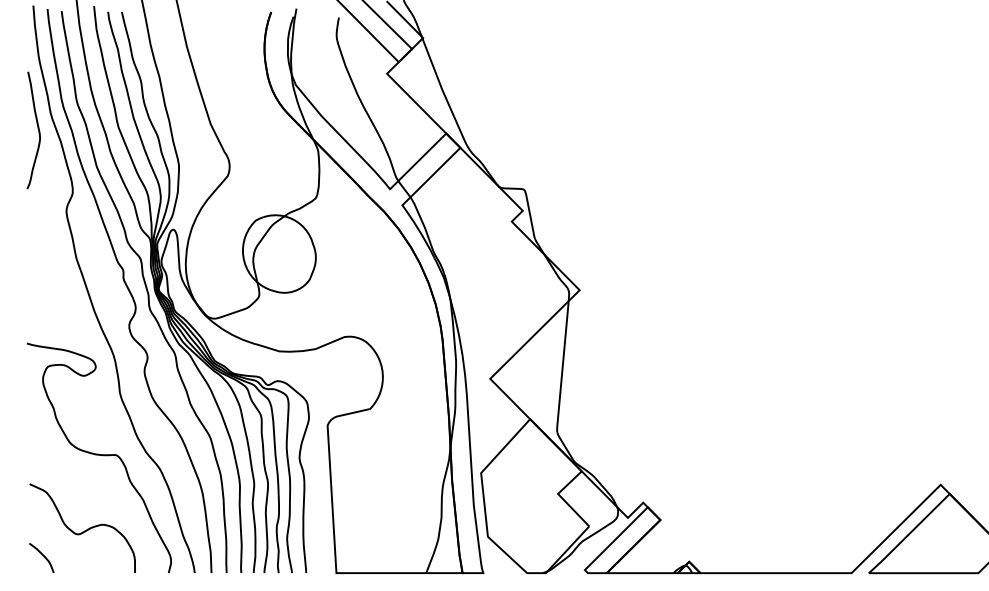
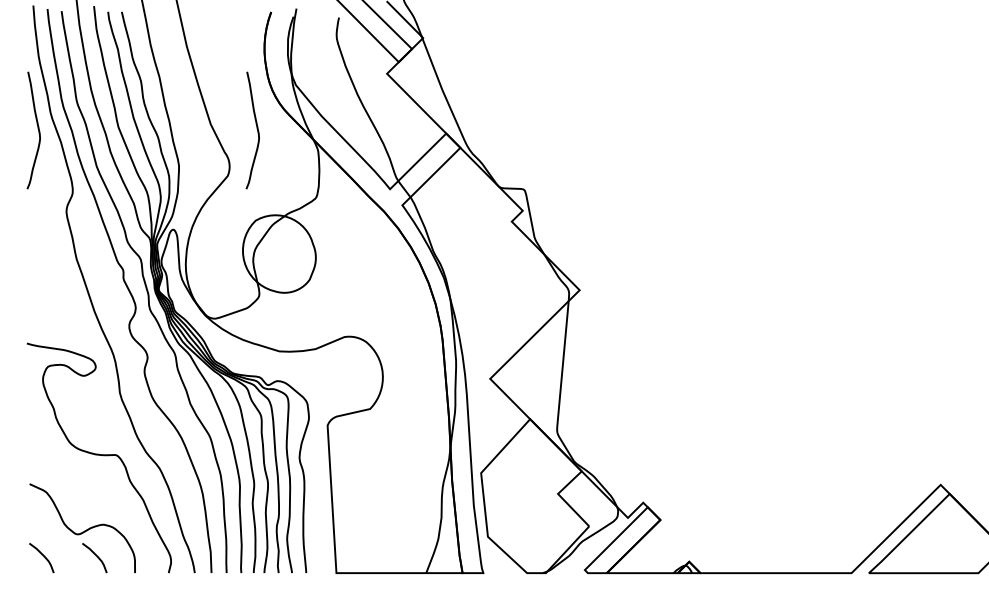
curve at (256, 128): none -> present
curve at (96, 556): none -> present
